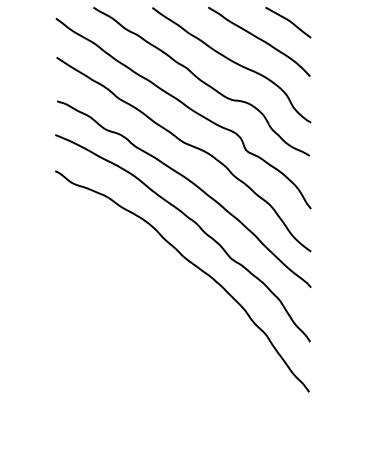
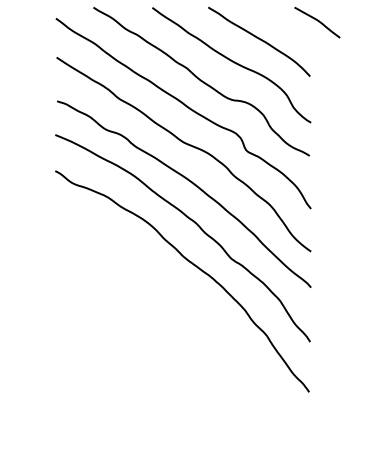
curve at (288, 21) position: (288, 21) -> (317, 21)
